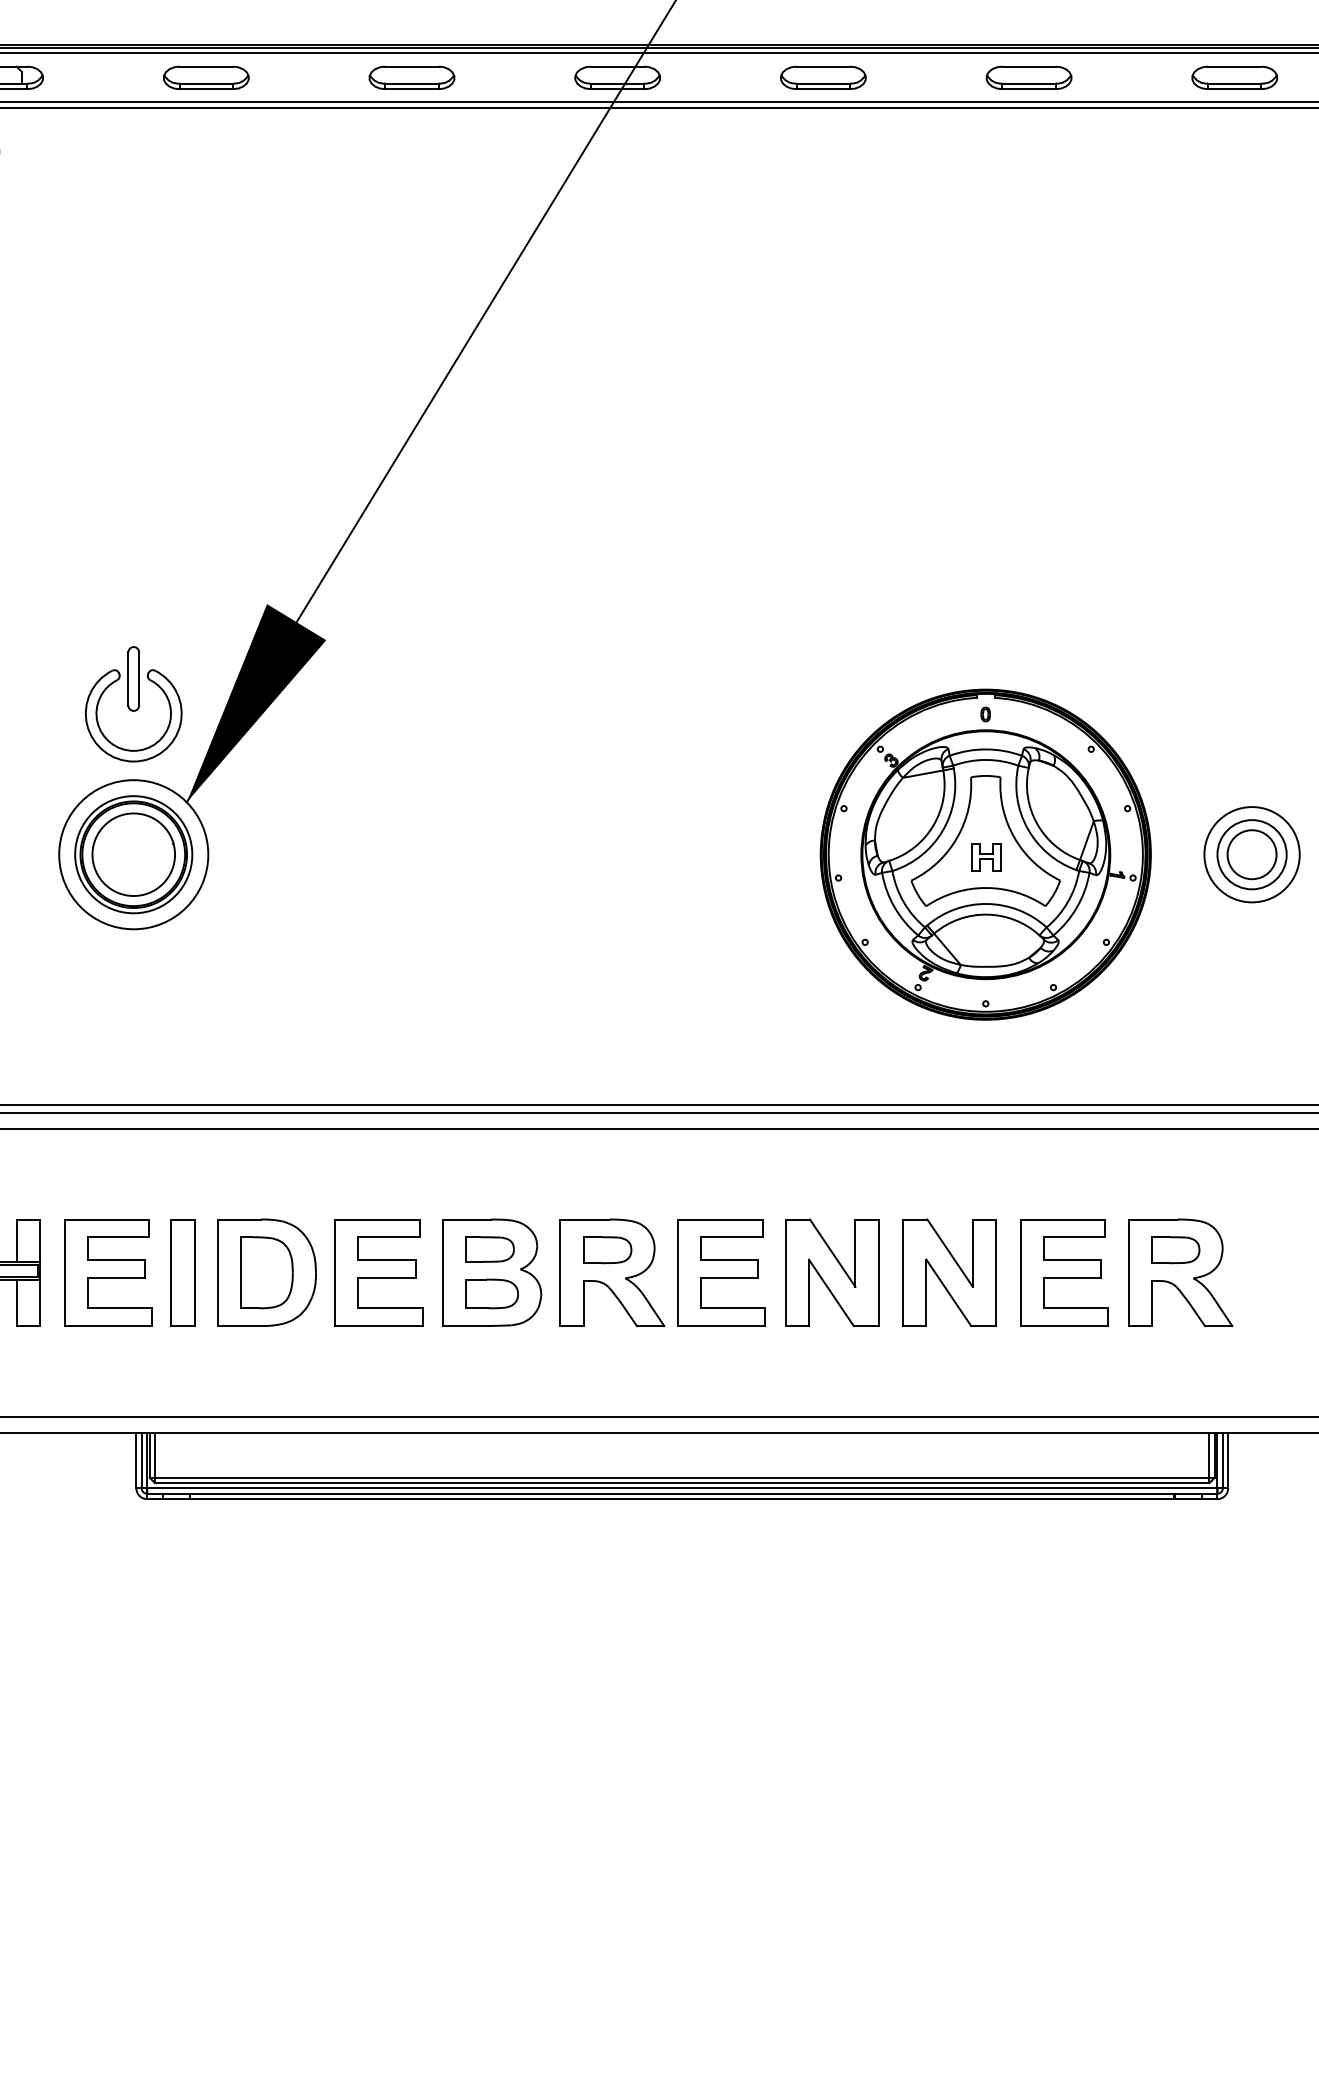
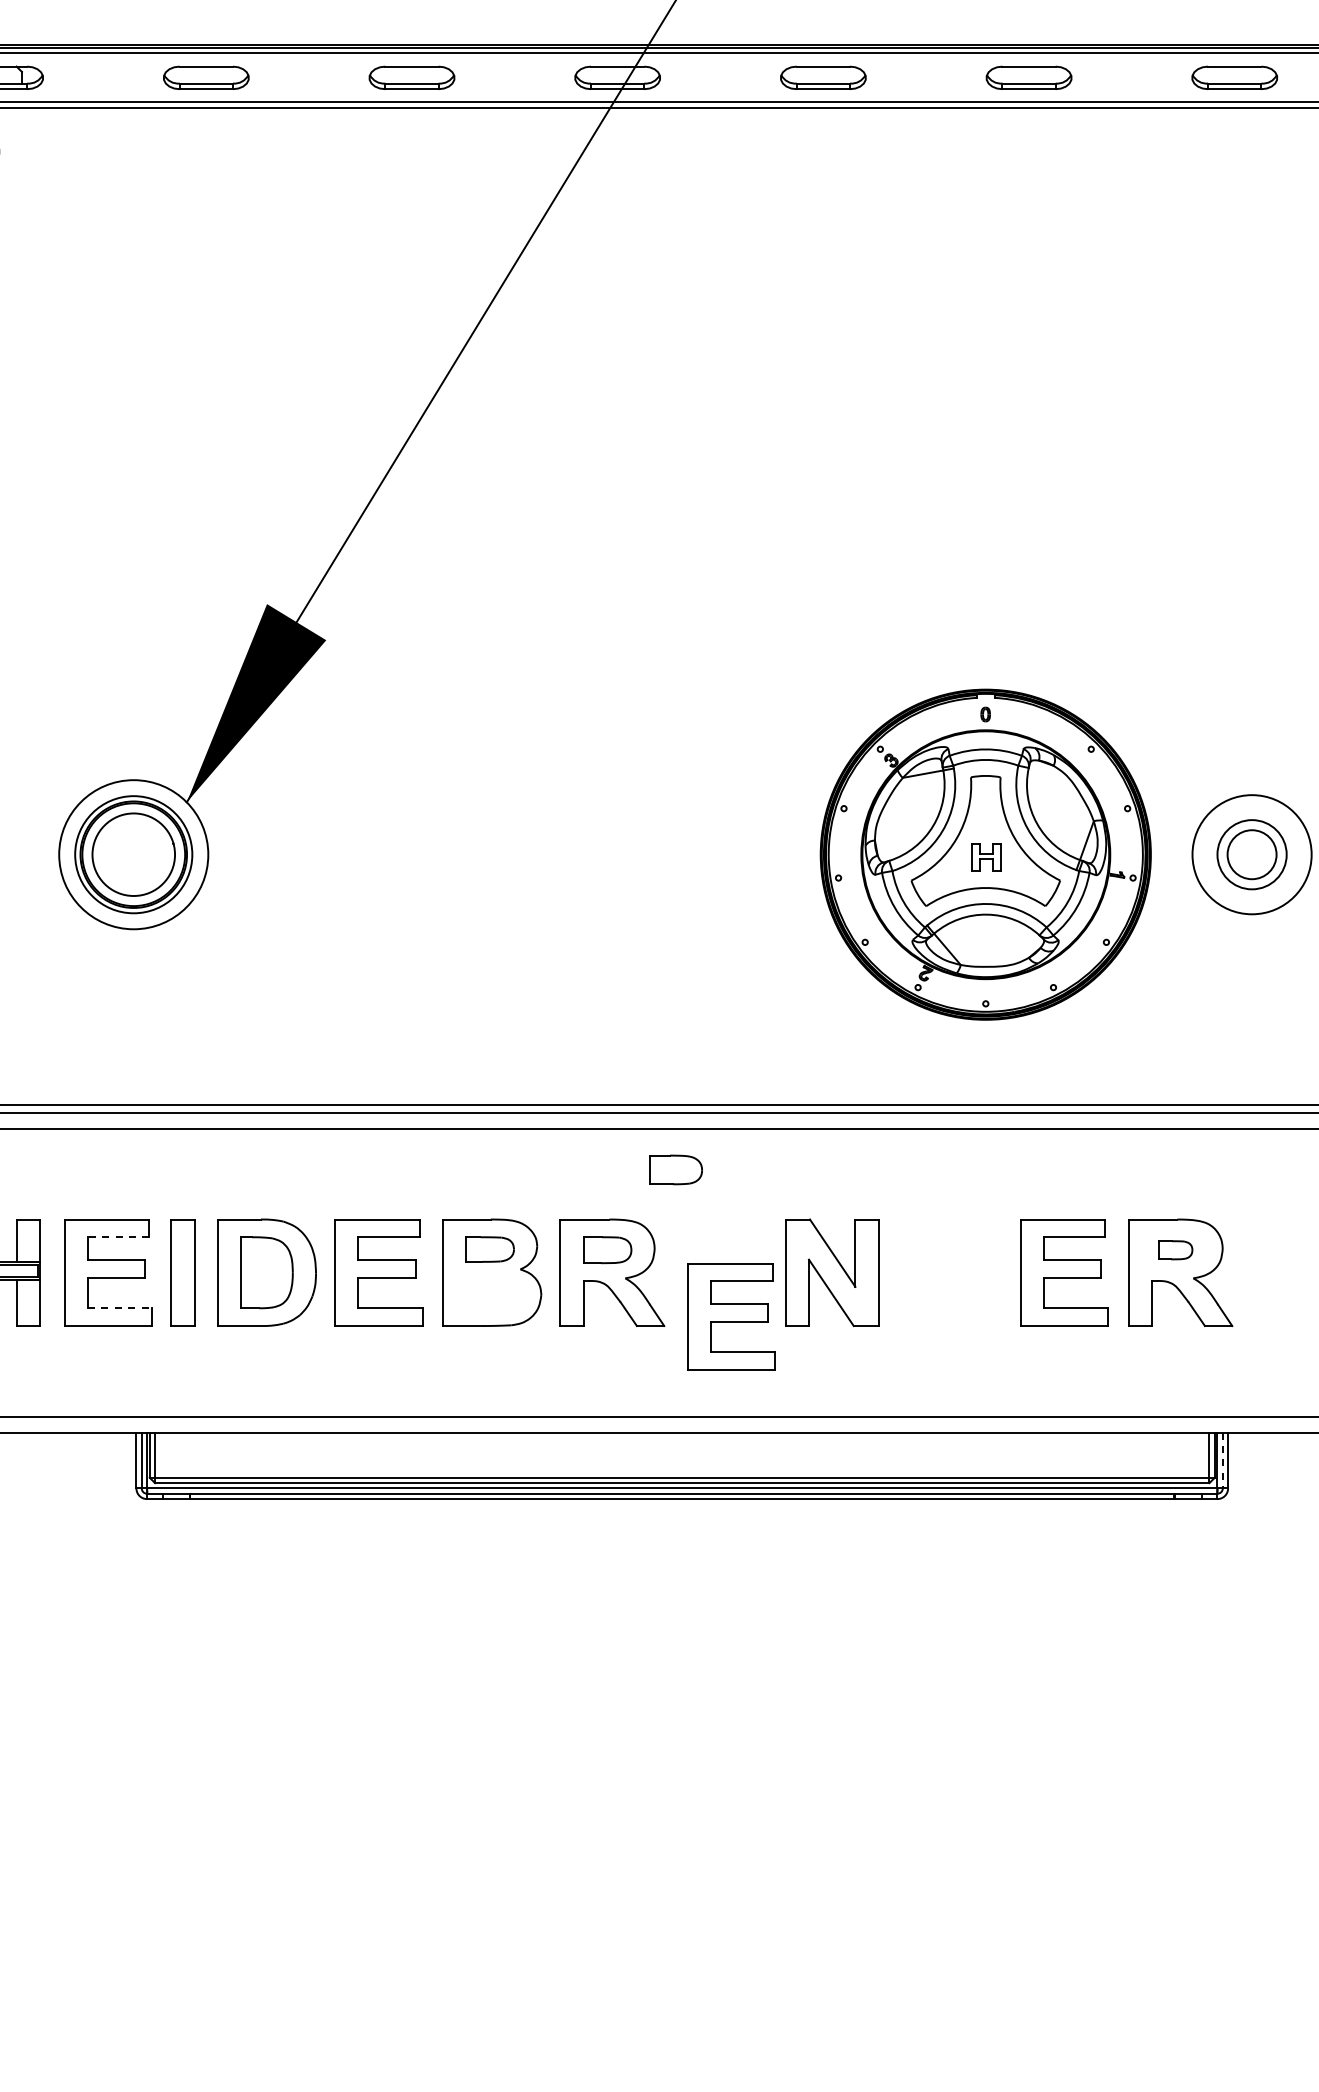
part at (133, 704): present -> none
circle at (1251, 854) diameter: 95 px -> 119 px
line at (118, 1237): solid -> dashed
part at (1175, 1250) size: 50x29 px -> 36x21 px
part at (721, 1272) position: (721, 1272) -> (731, 1316)
part at (949, 1272): present -> none
part at (491, 1293) position: (491, 1293) -> (675, 1169)
line at (120, 1308): solid -> dashed
line at (1222, 1460): solid -> dashed
